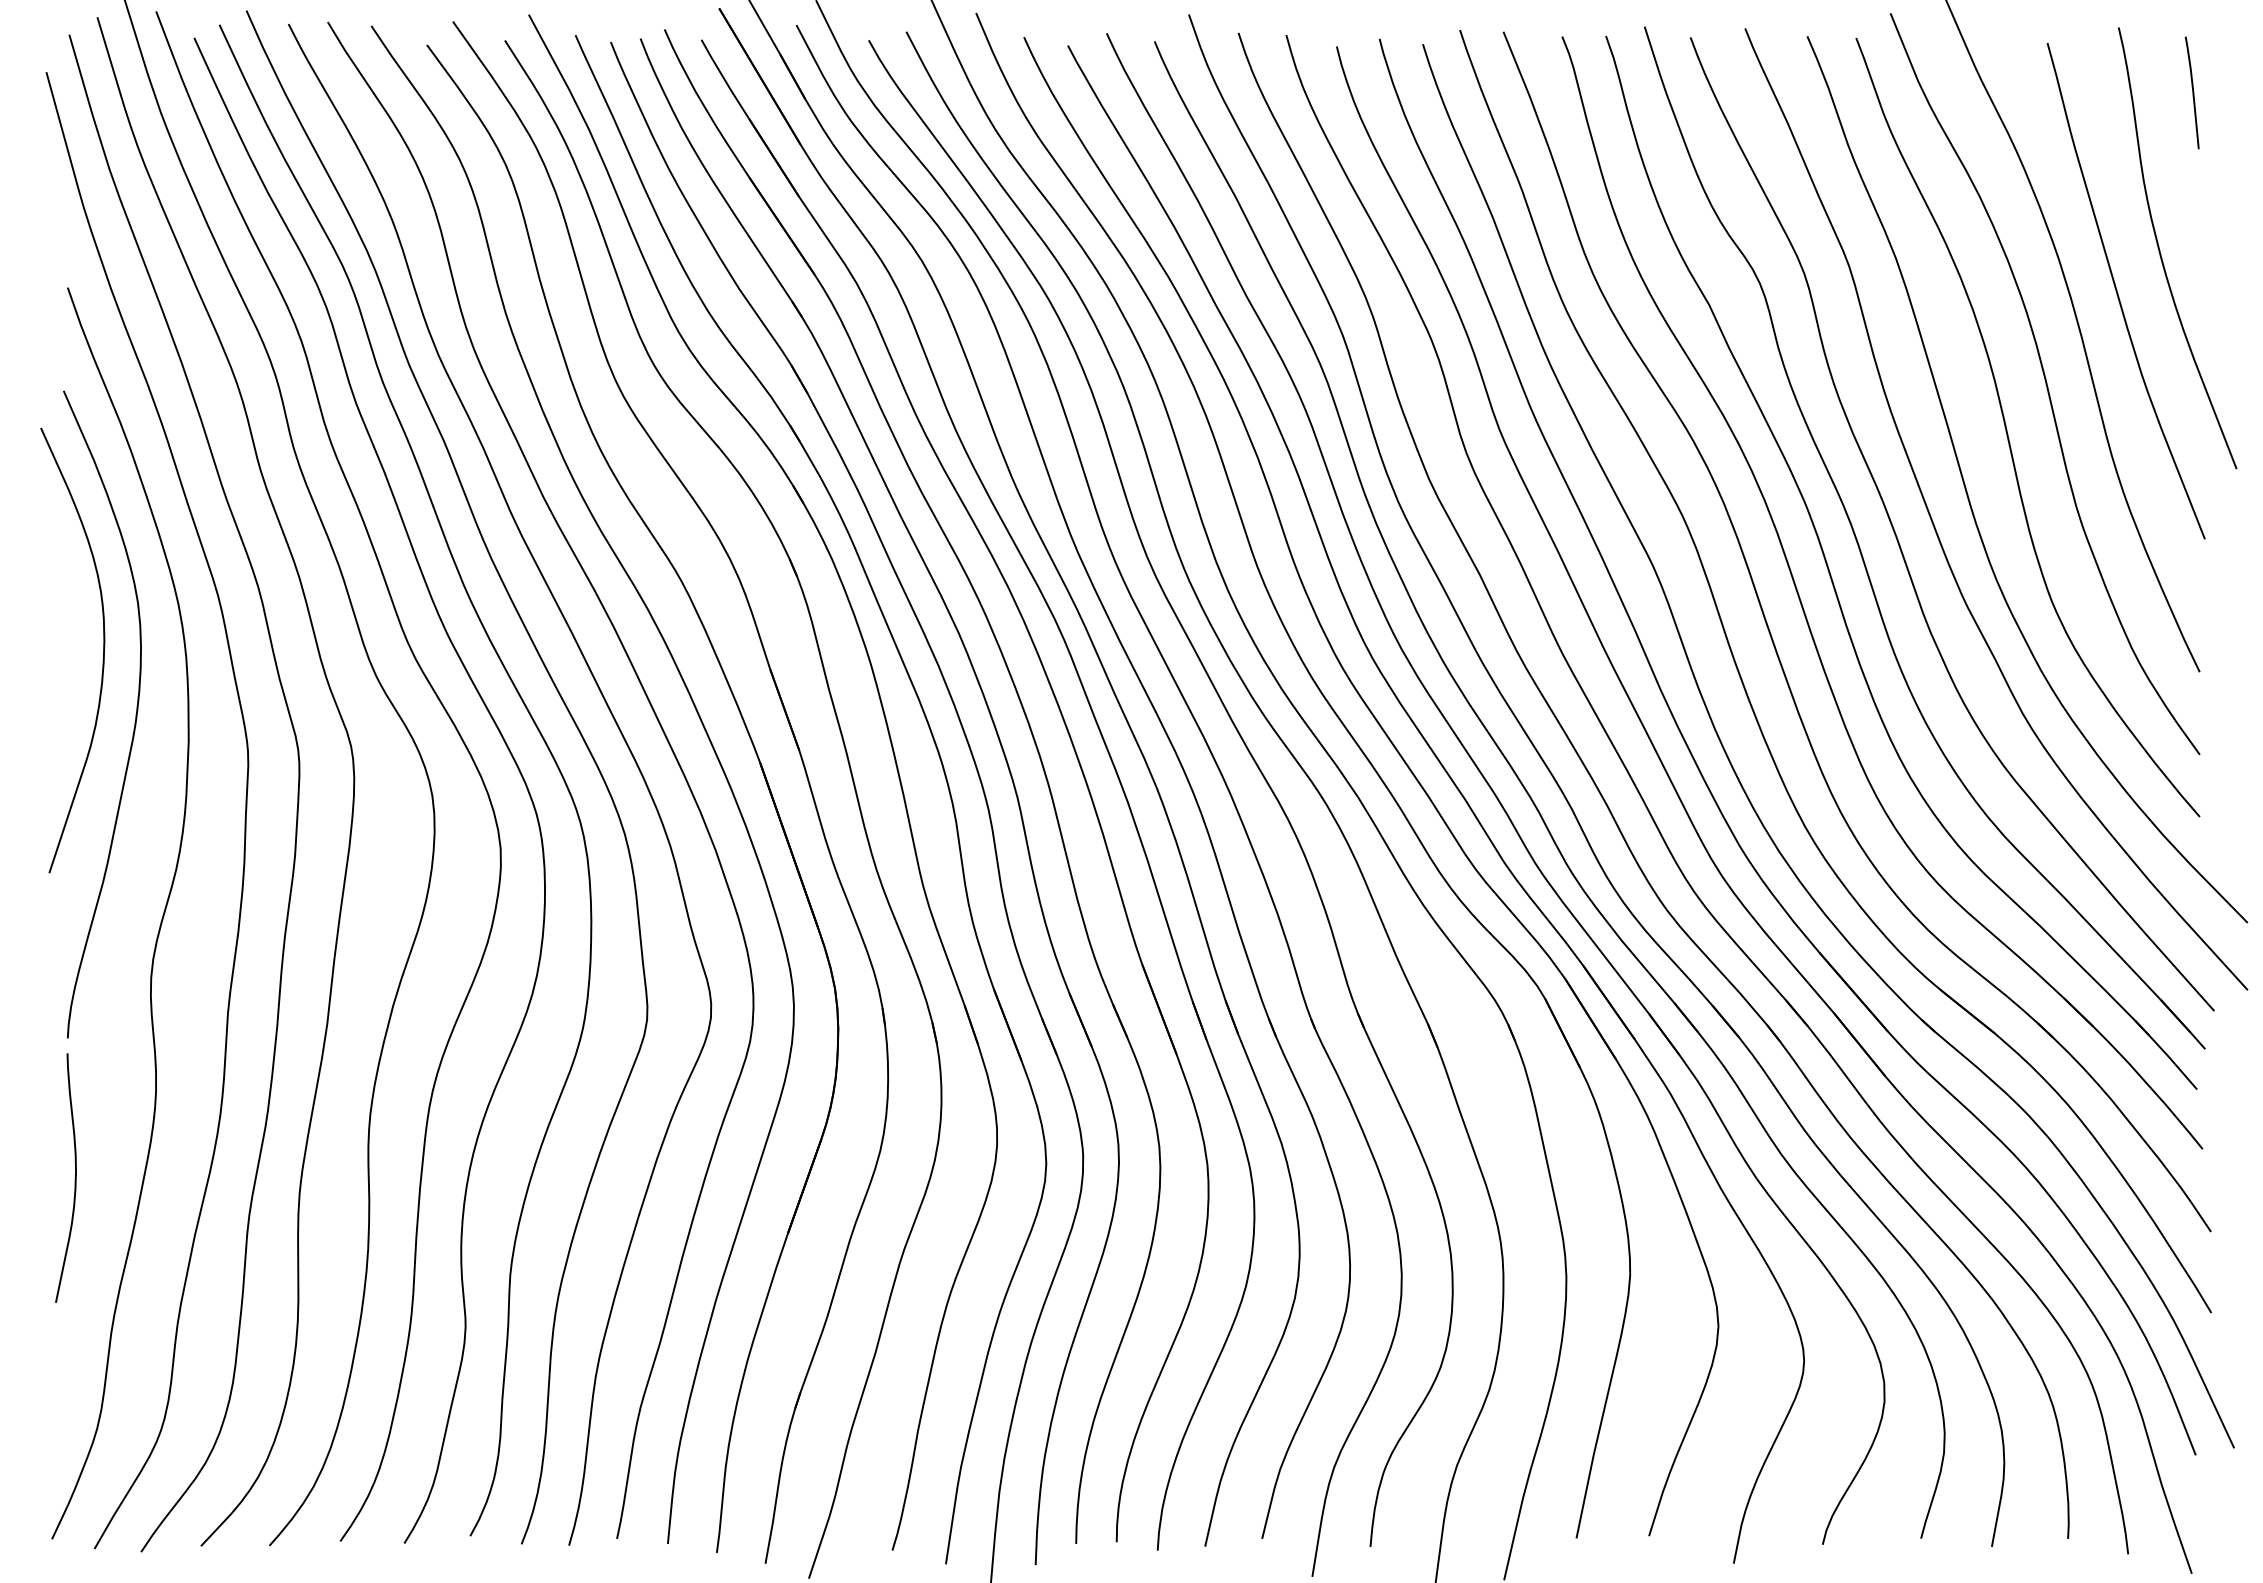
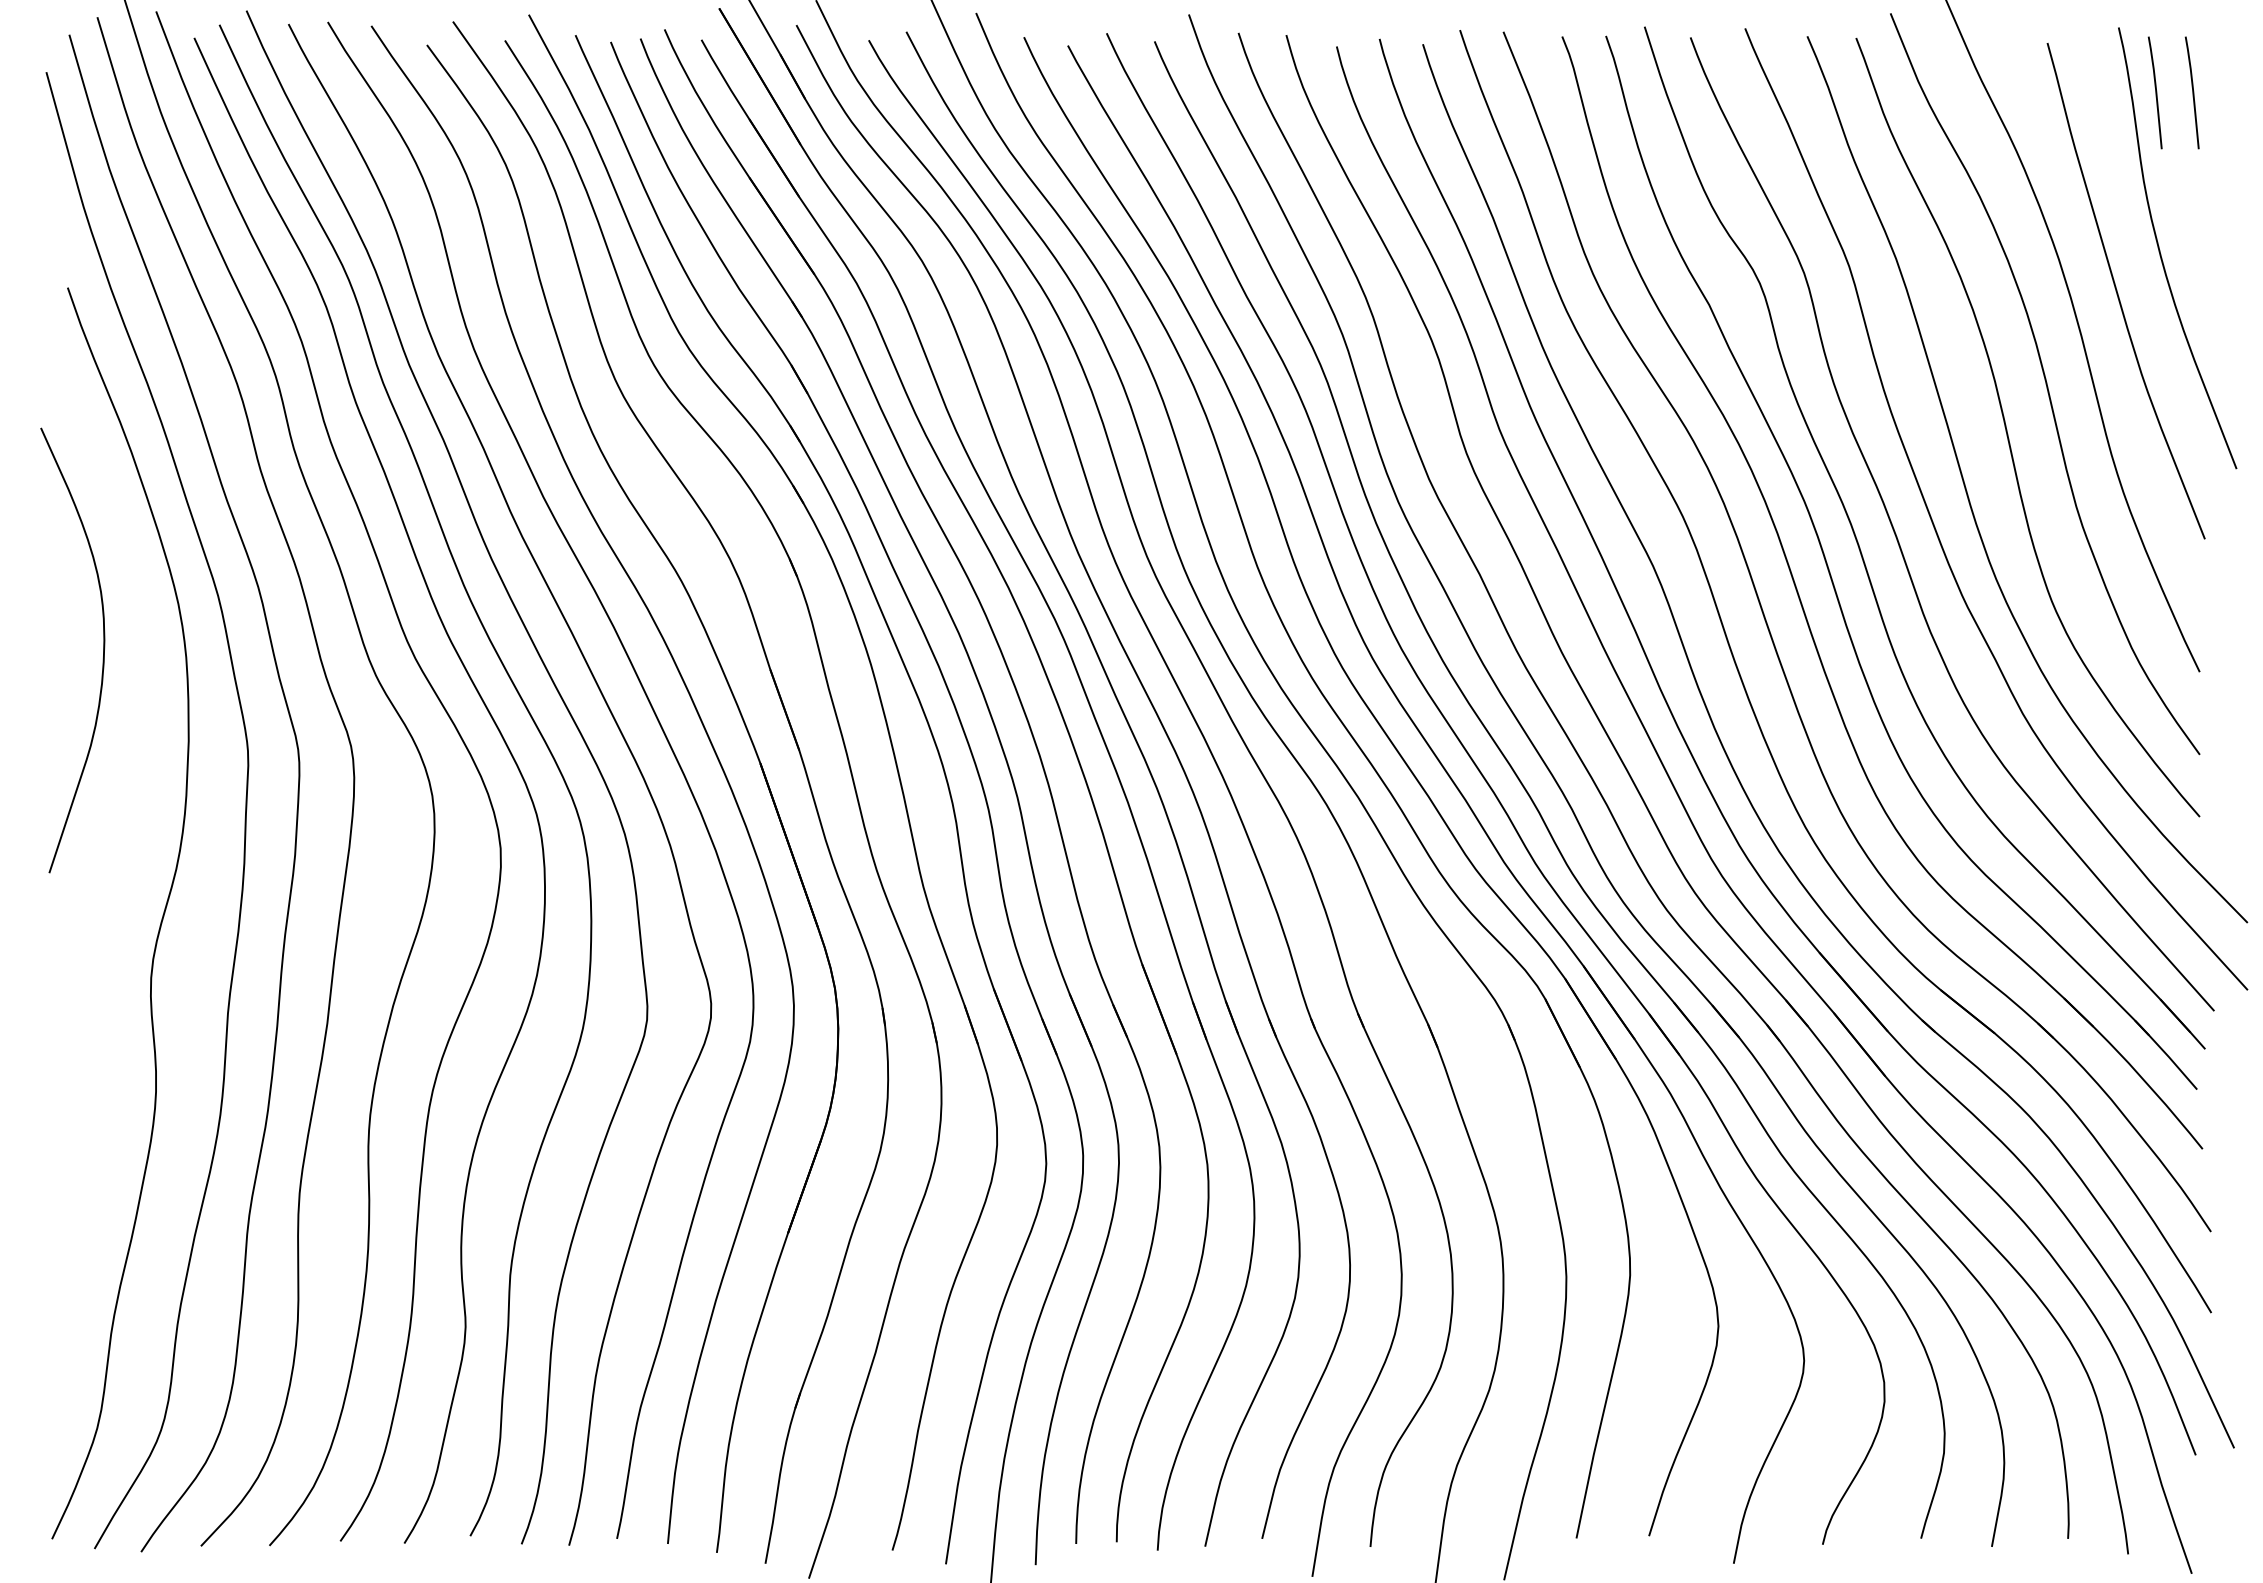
line at (2155, 92): none -> present
curve at (134, 722): present -> none
curve at (74, 1177): present -> none
